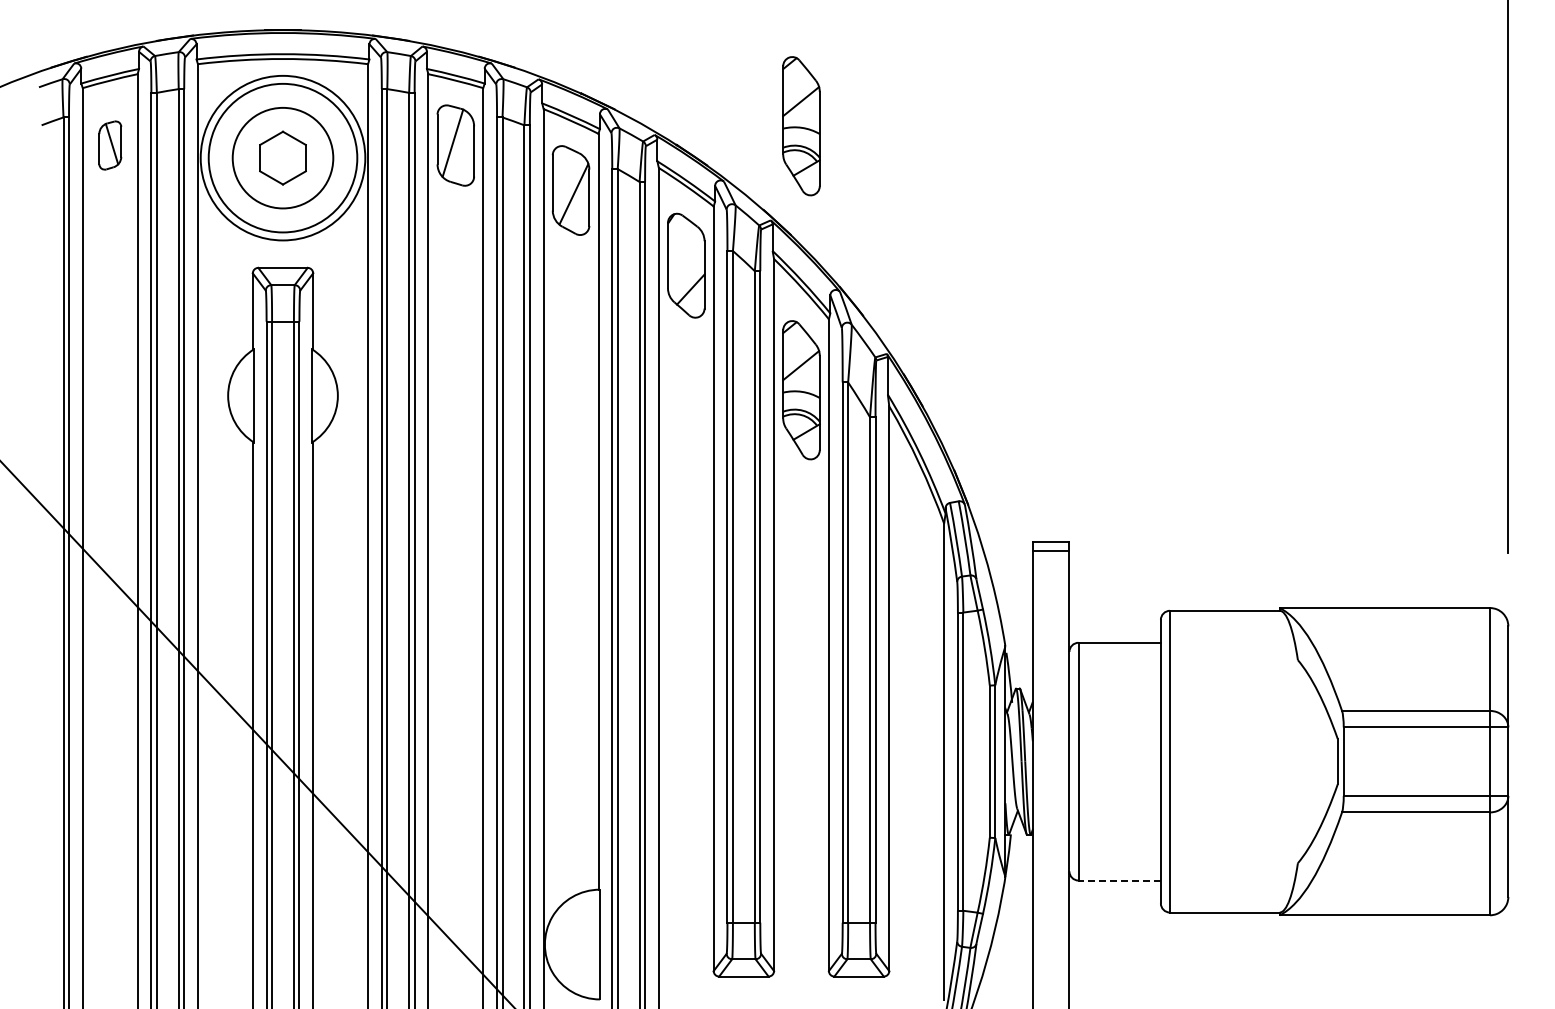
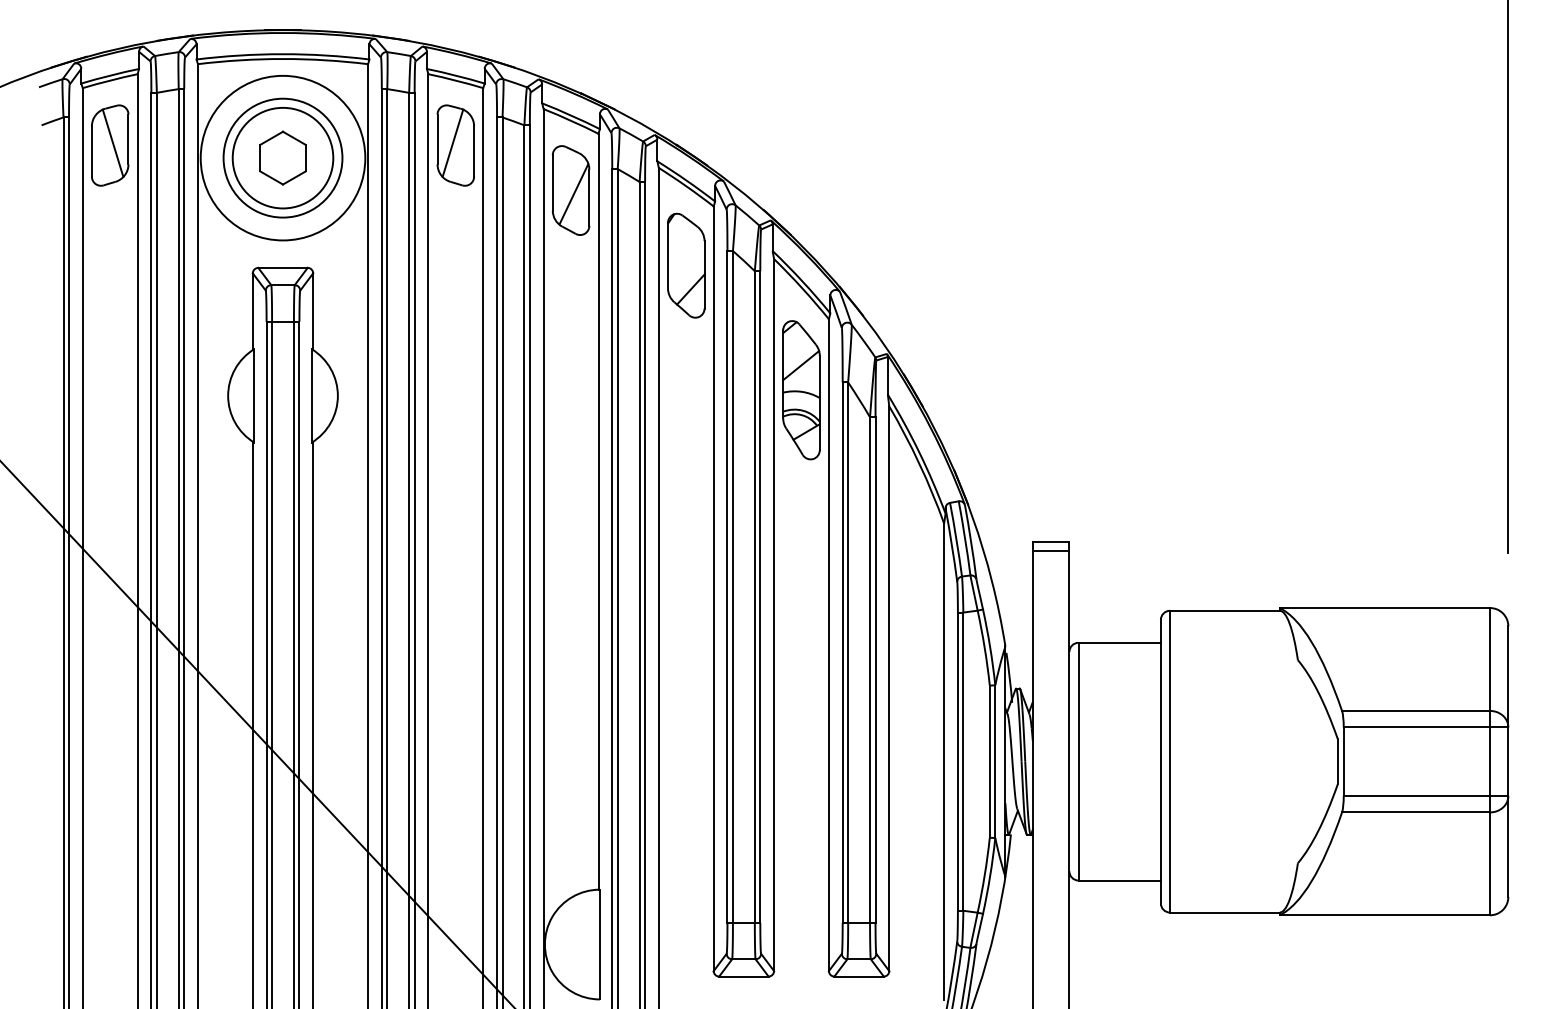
part at (801, 126): present -> none
part at (110, 145) size: 25x51 px -> 39x83 px
circle at (282, 157) diameter: 149 px -> 119 px
line at (1119, 880): dashed -> solid
